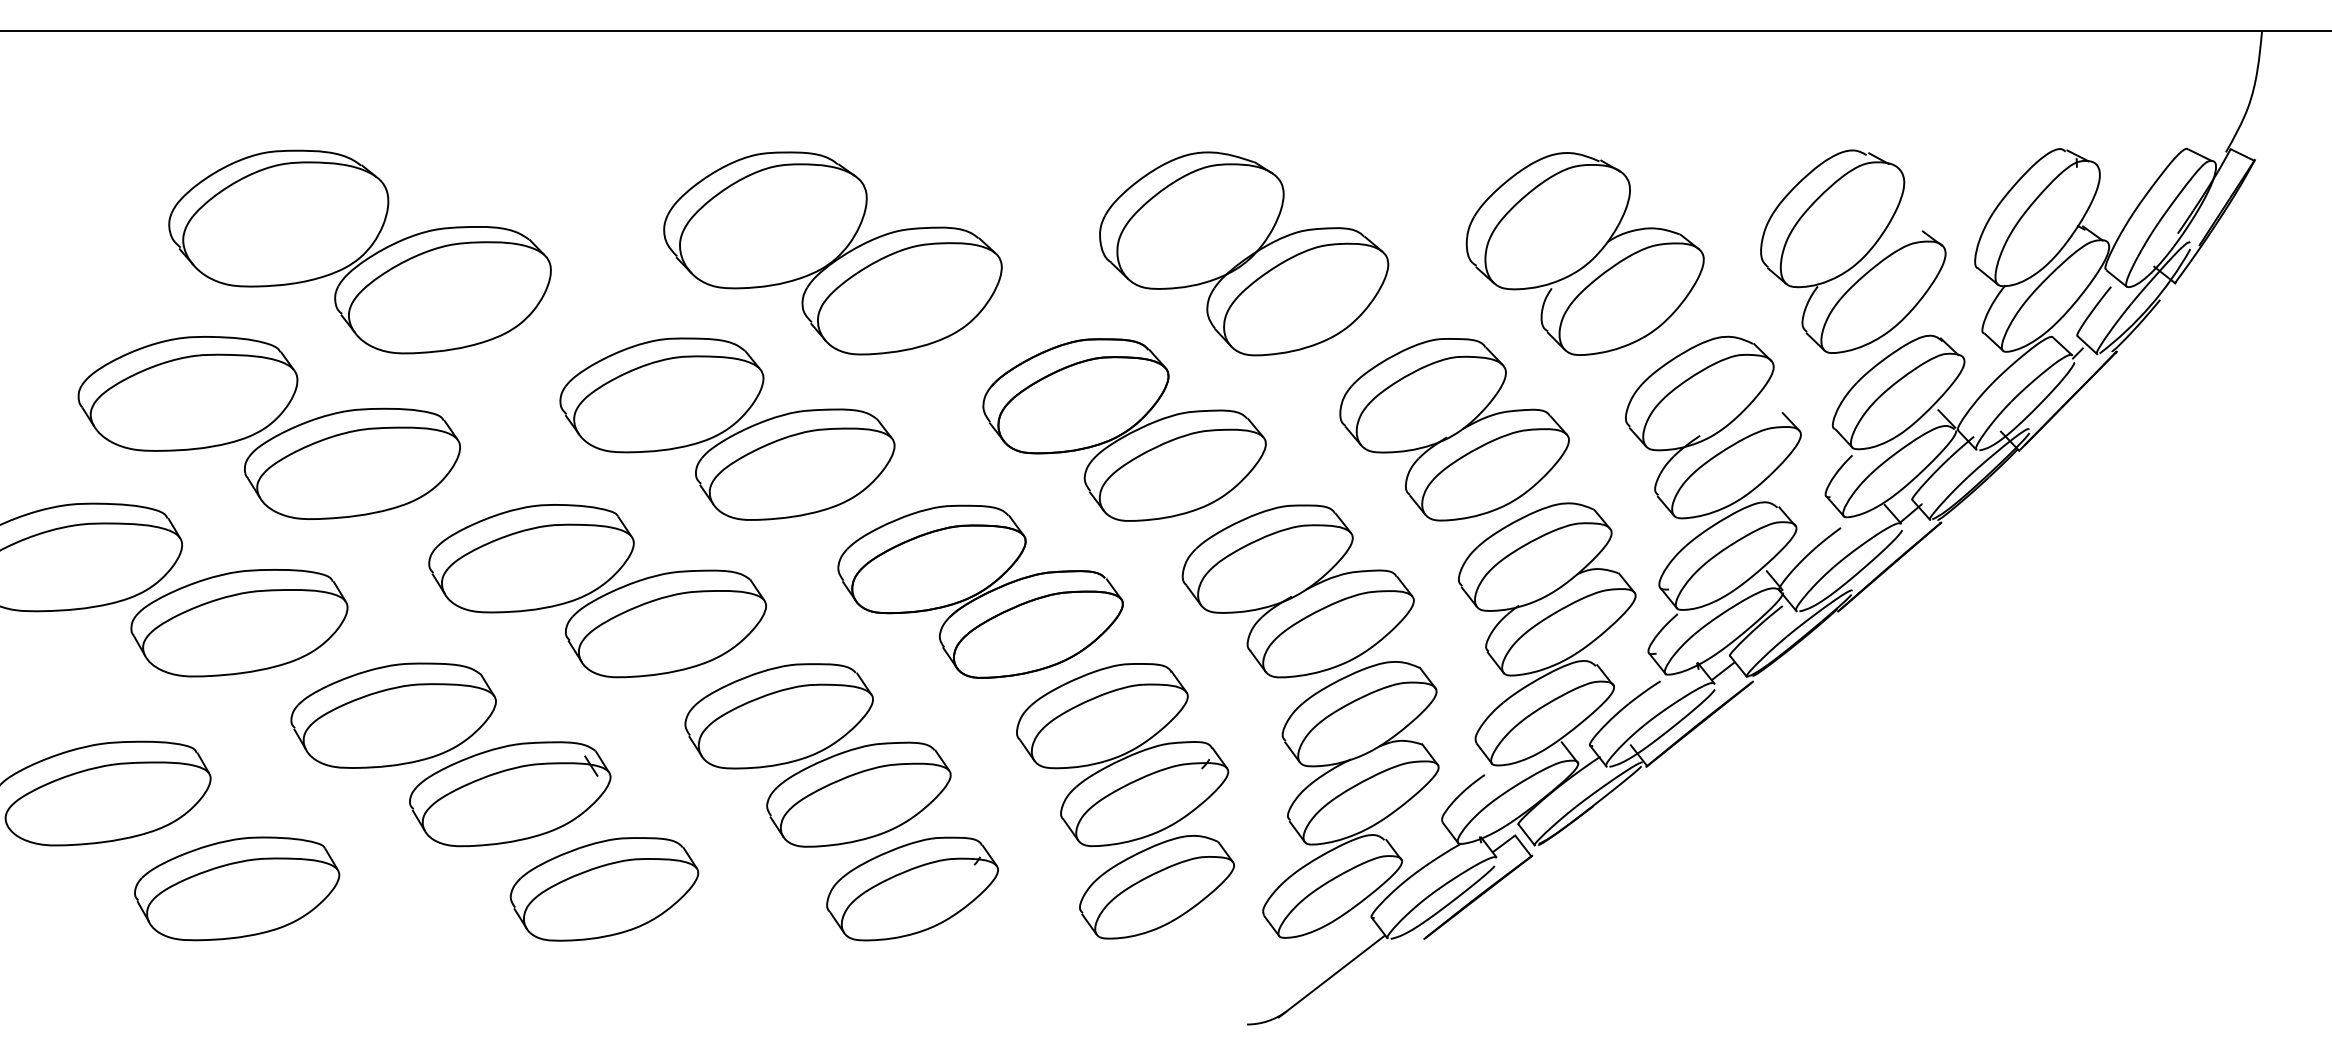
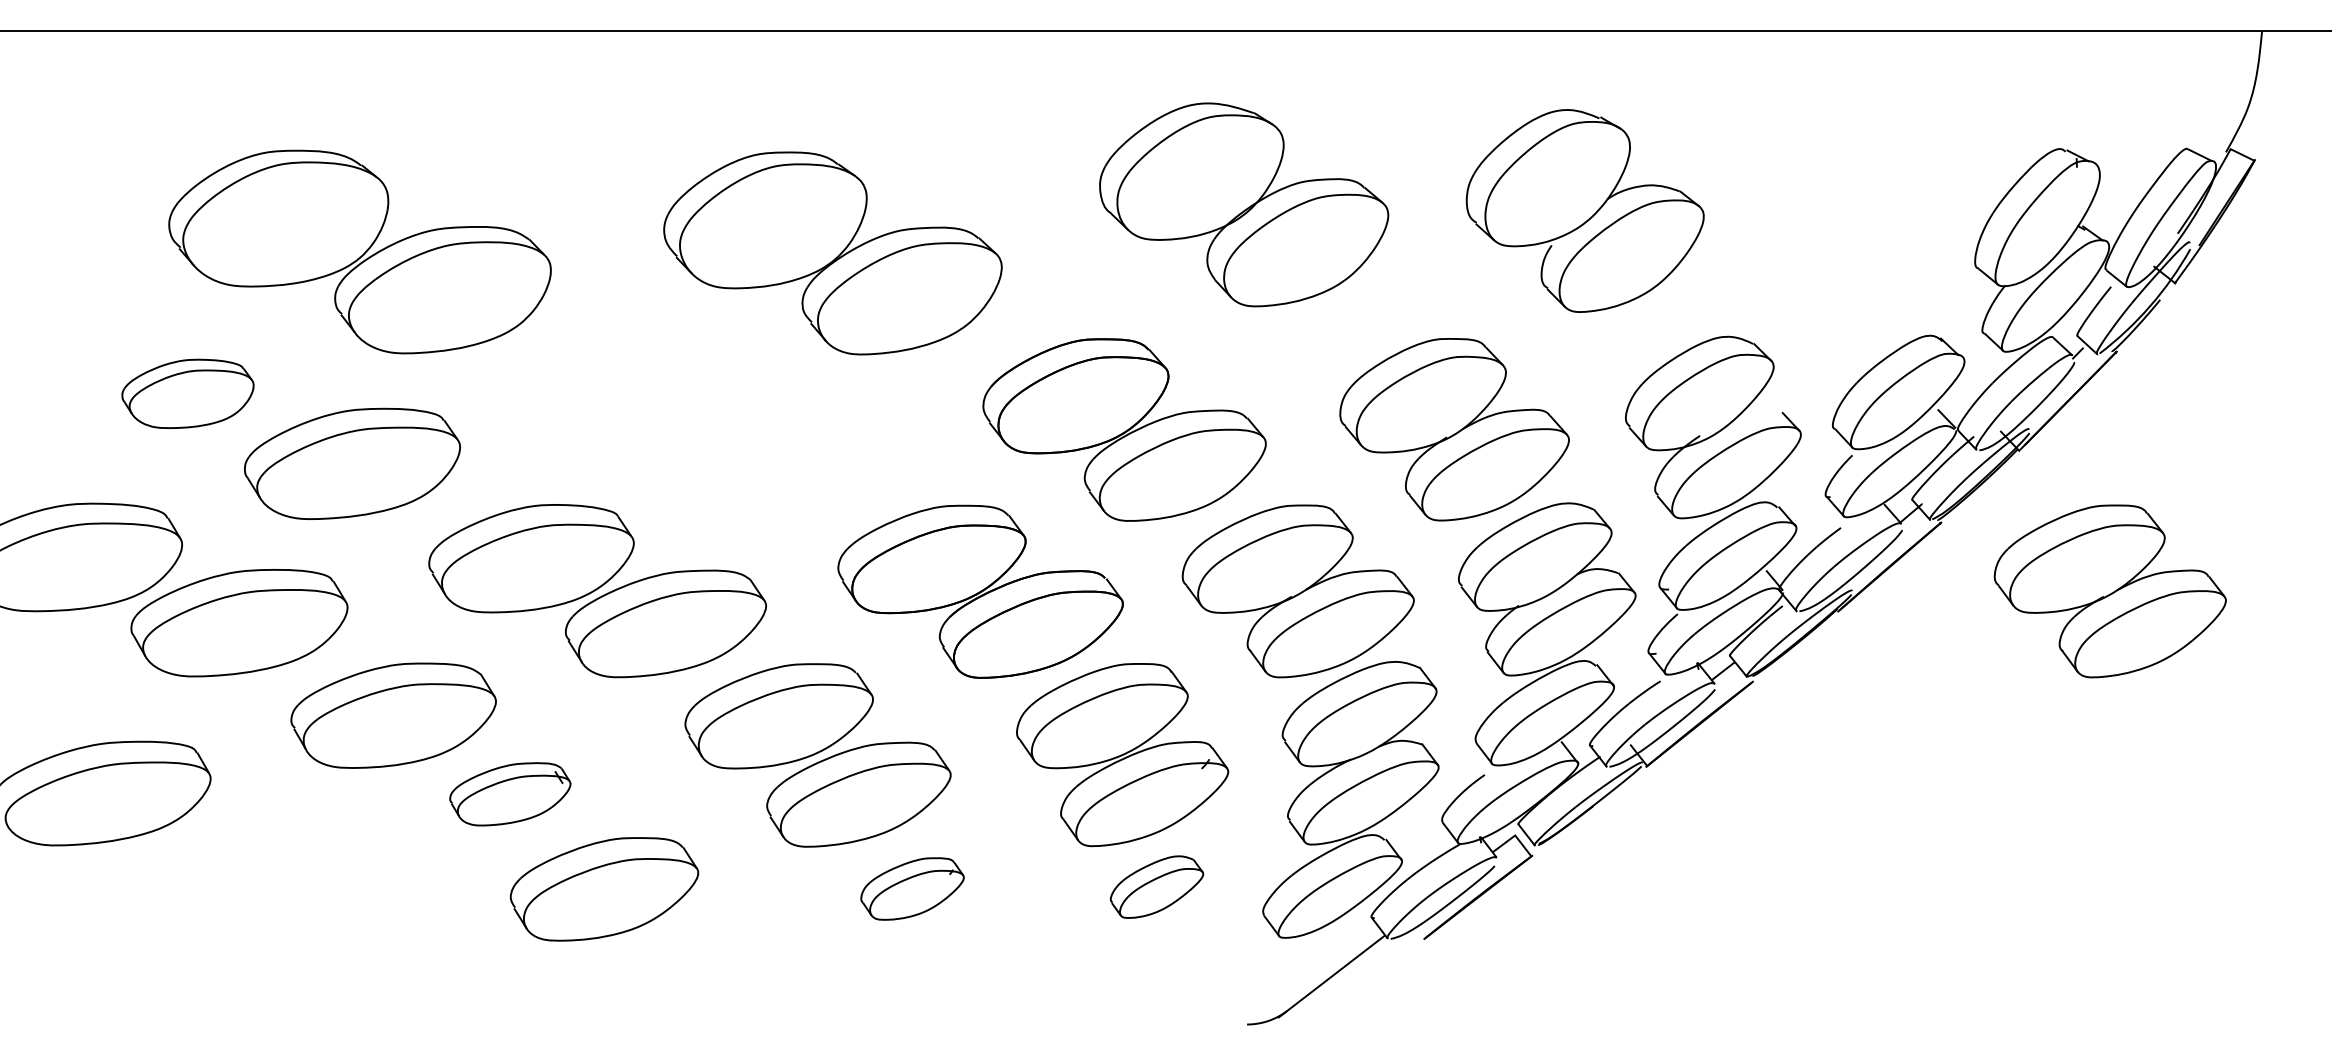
part at (1853, 251): present -> none
part at (1244, 253) position: (1244, 253) -> (1244, 204)
part at (1584, 253) position: (1584, 253) -> (1584, 210)
part at (187, 393) size: 222x116 px -> 134x71 px
part at (727, 428): present -> none
part at (2109, 591): none -> present
part at (510, 794) size: 203x107 px -> 123x65 px
part at (1156, 886) size: 156x106 px -> 96x64 px
part at (237, 888): present -> none
part at (912, 888) size: 173x106 px -> 105x64 px
